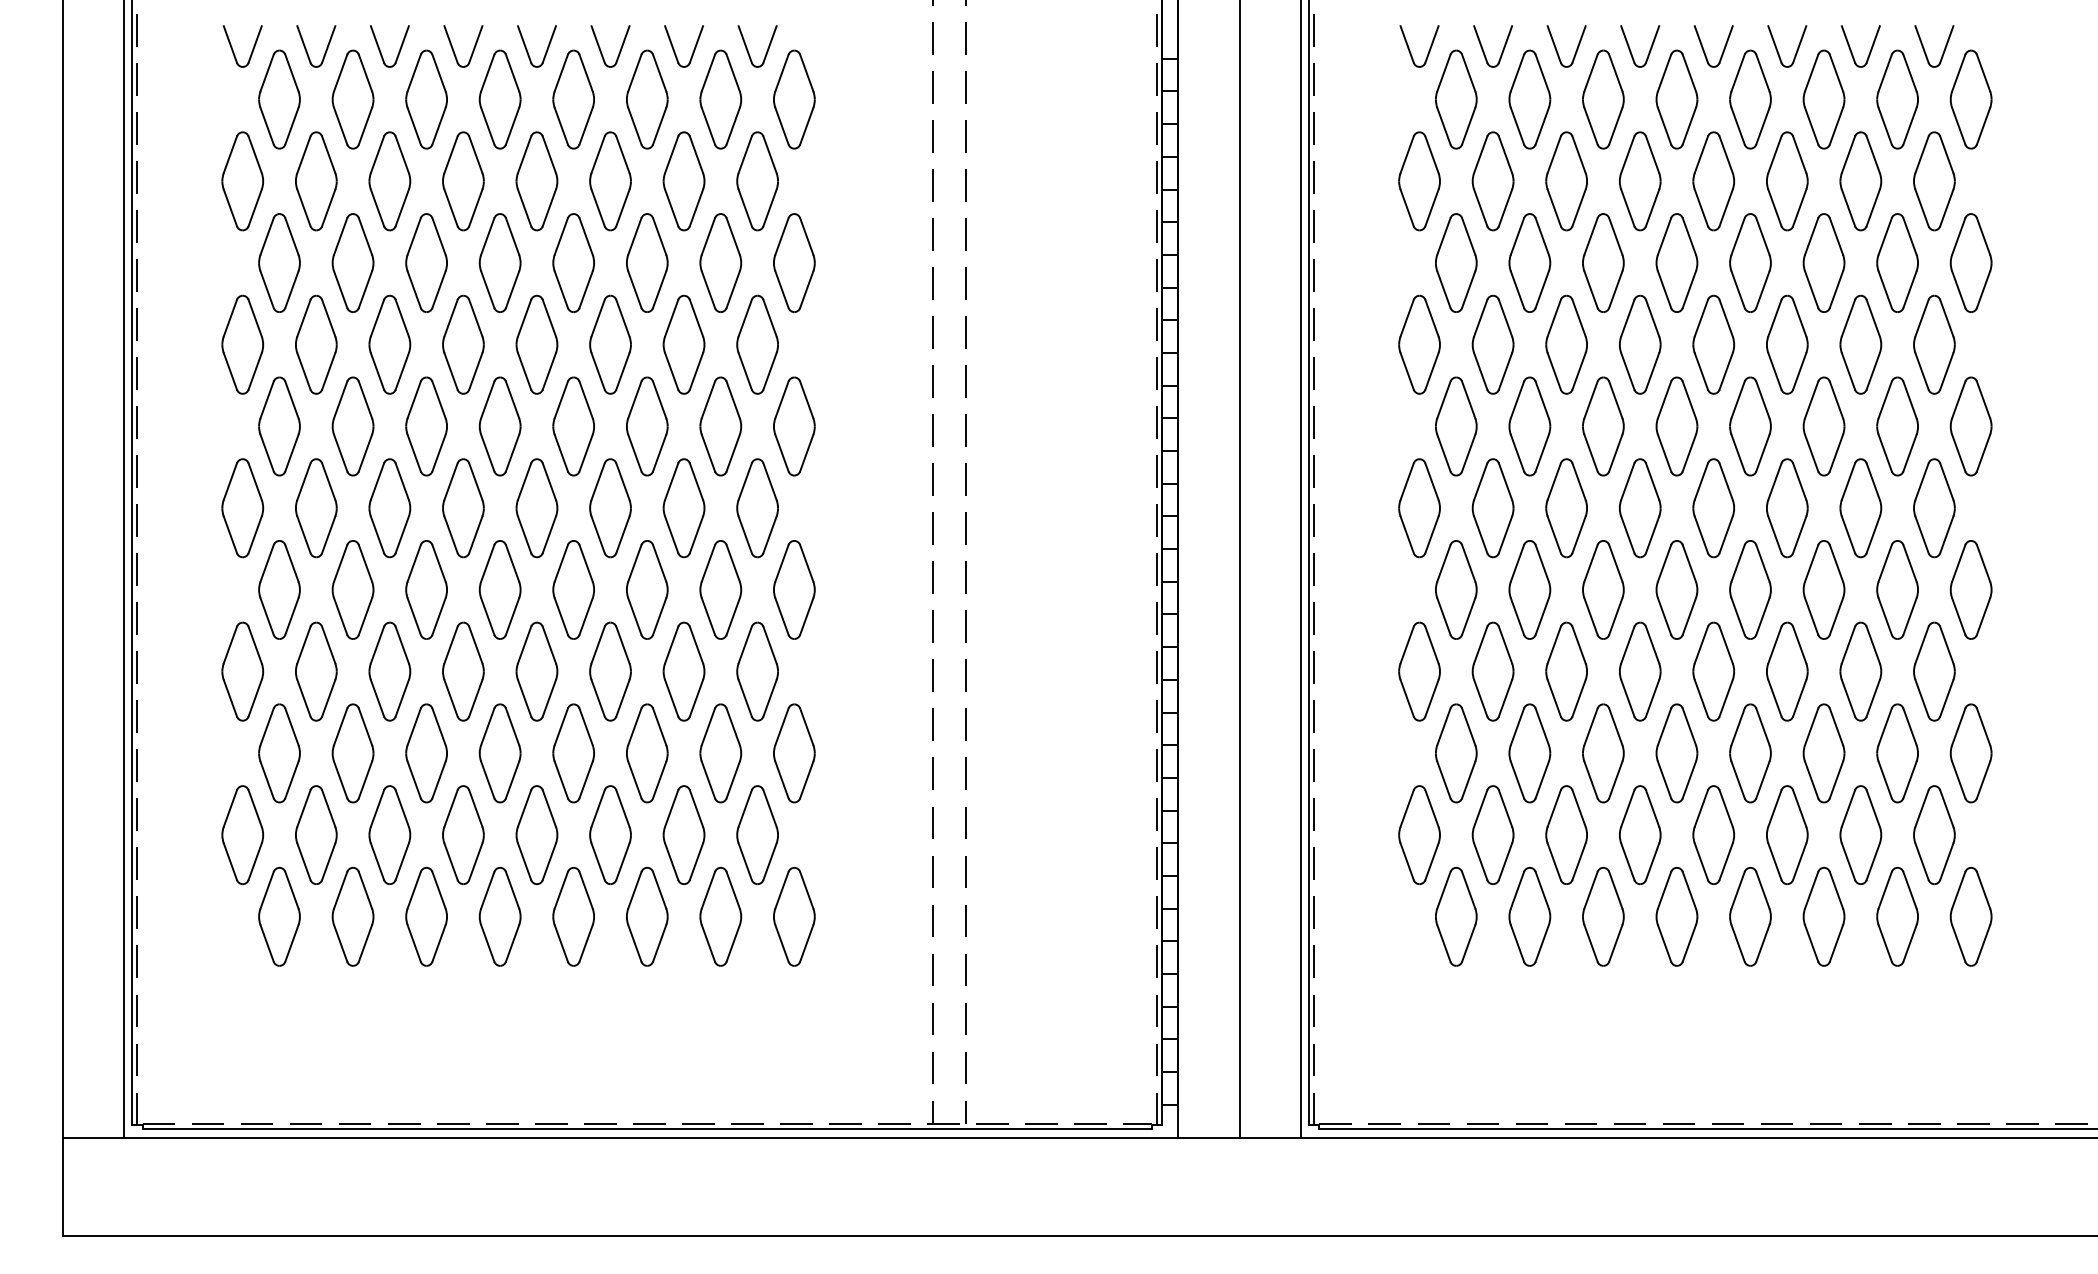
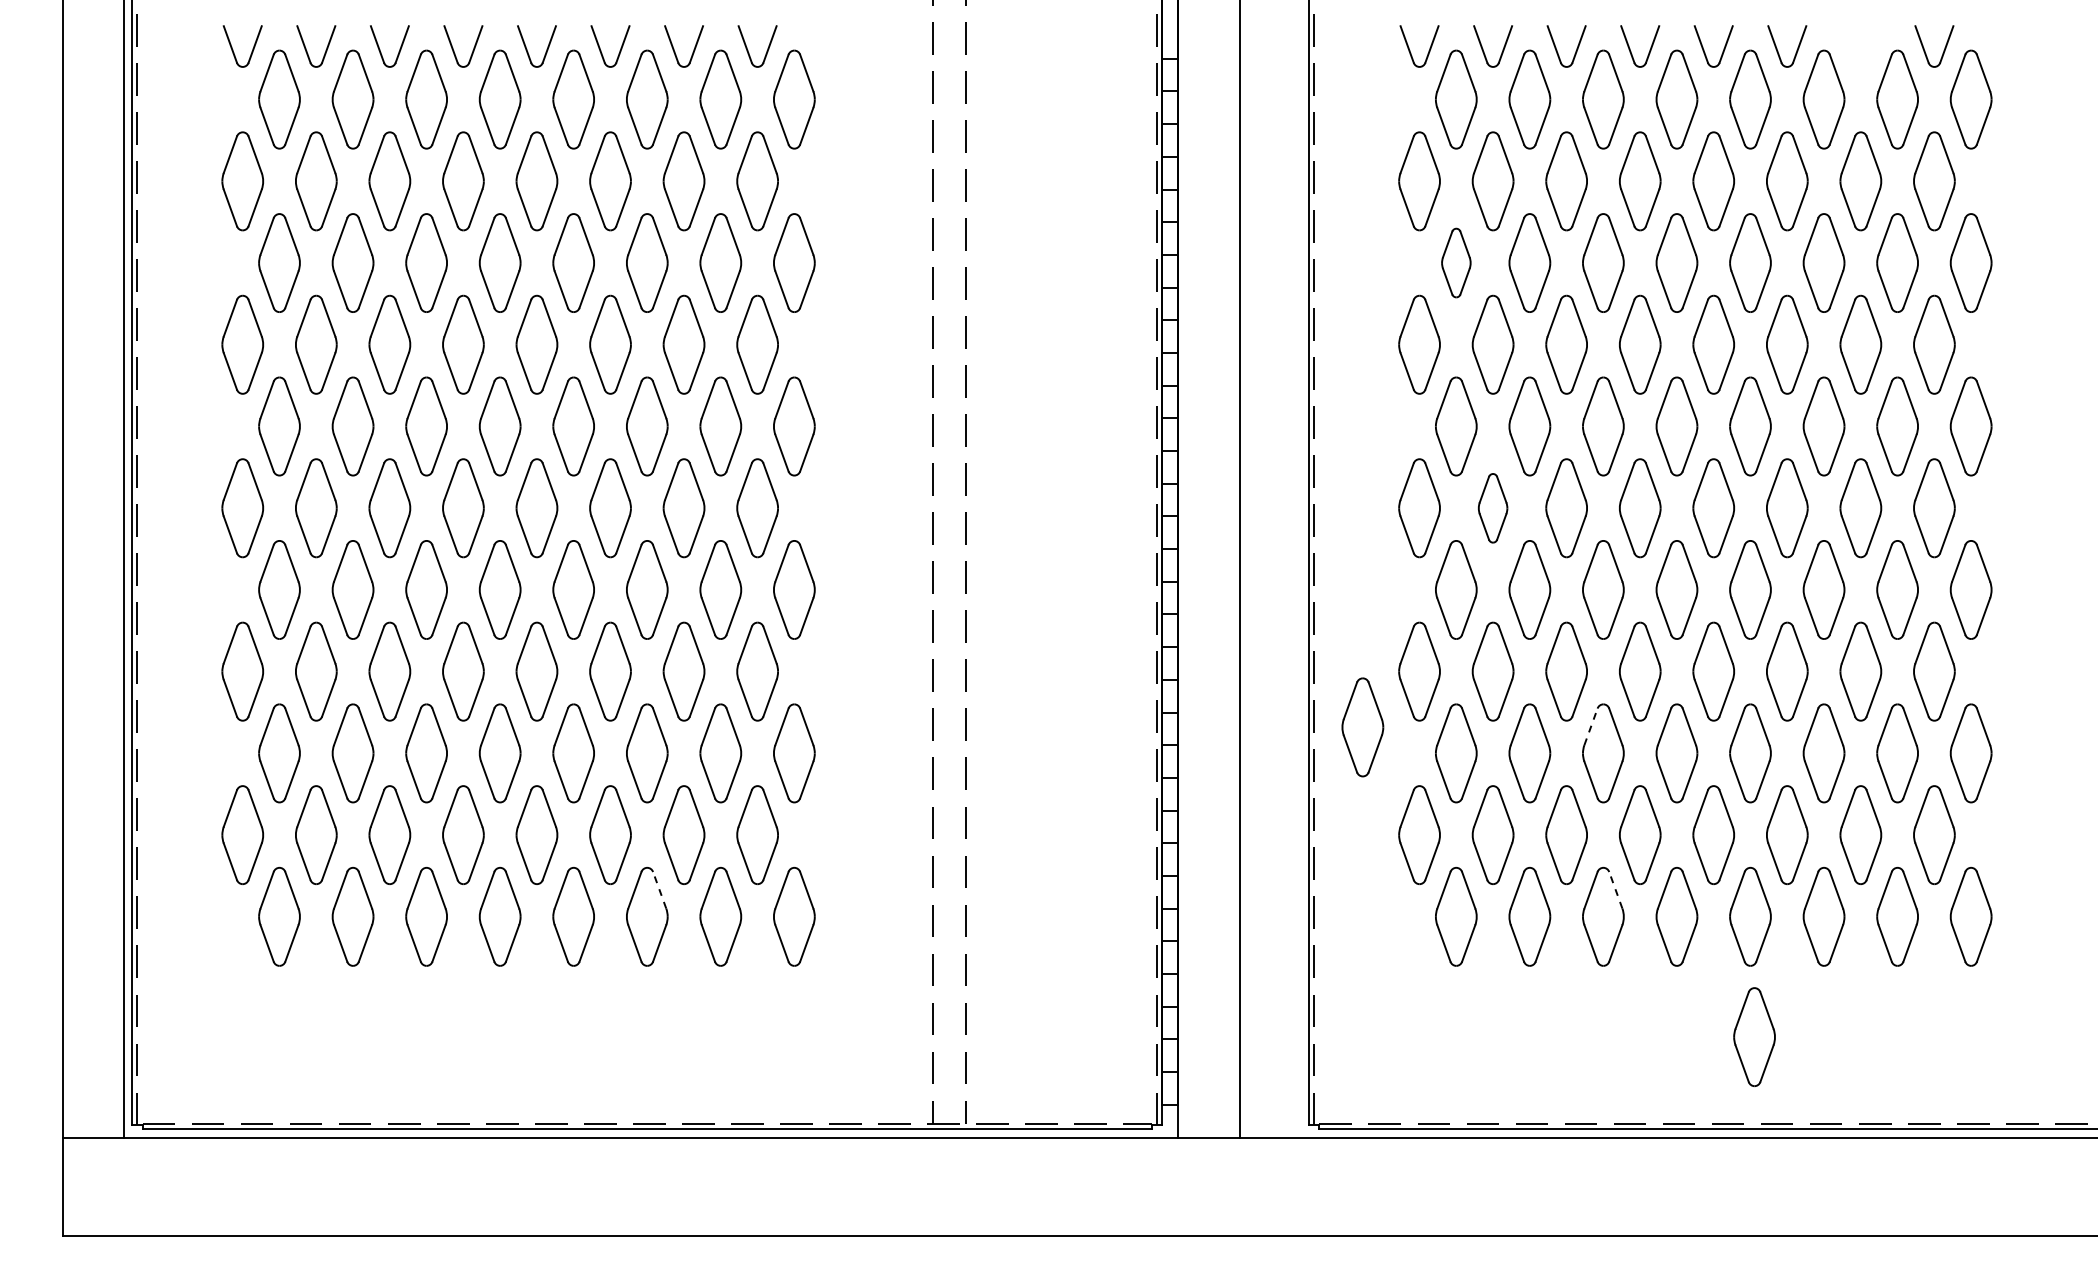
part at (1851, 49): present -> none
part at (1456, 262) size: 43x100 px -> 31x72 px
part at (1492, 508) size: 44x101 px -> 32x71 px
line at (1301, 569): present -> none
line at (1591, 726): solid -> dashed
part at (1362, 727): none -> present
line at (659, 889): solid -> dashed
line at (1615, 889): solid -> dashed
part at (1754, 1036): none -> present
